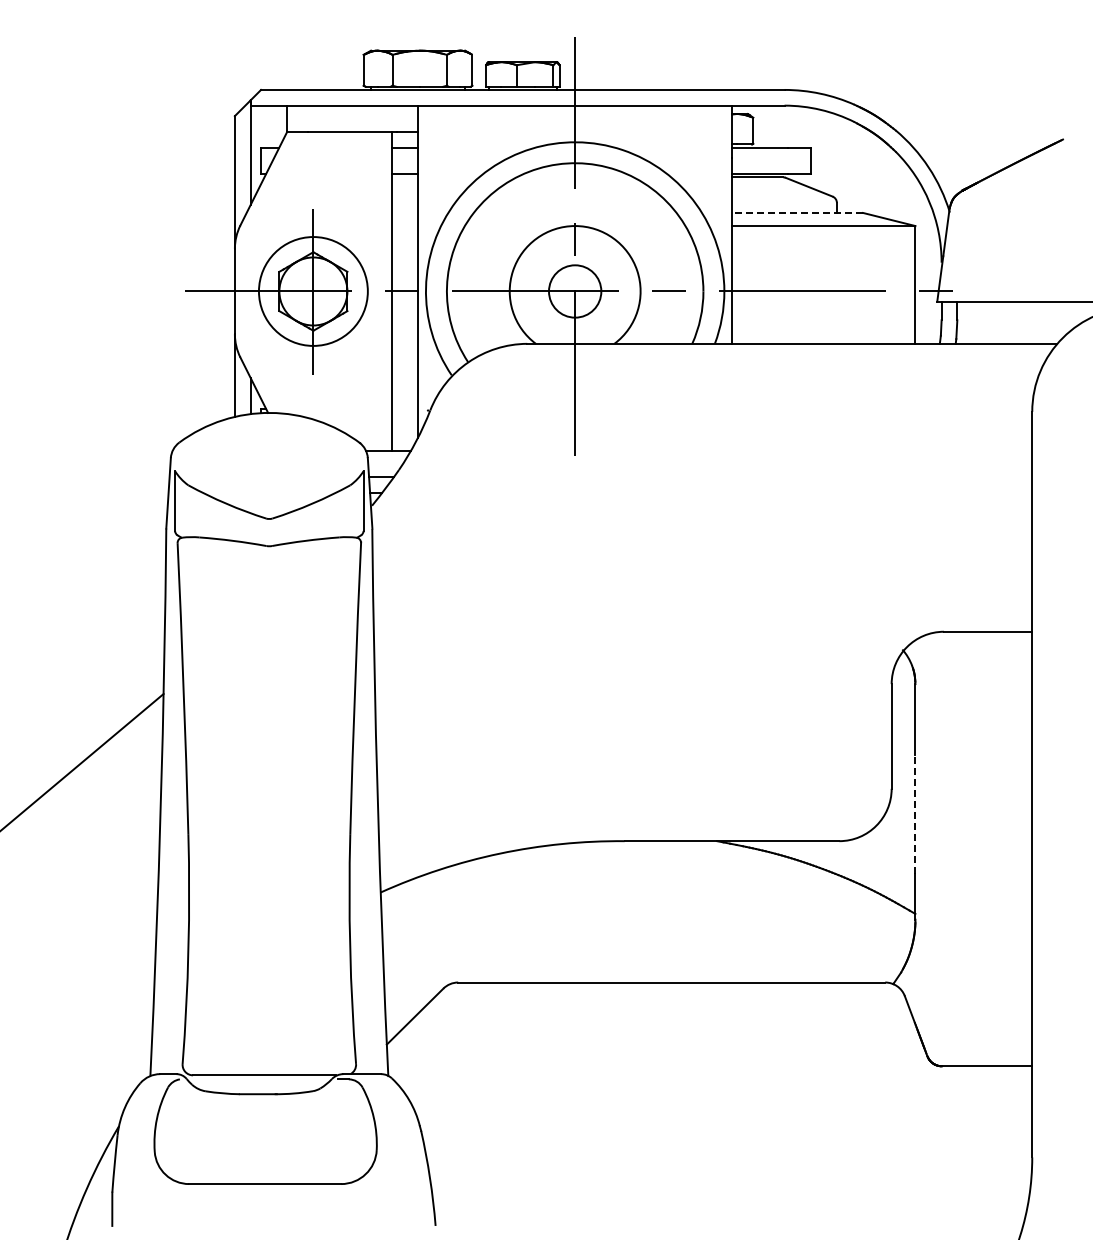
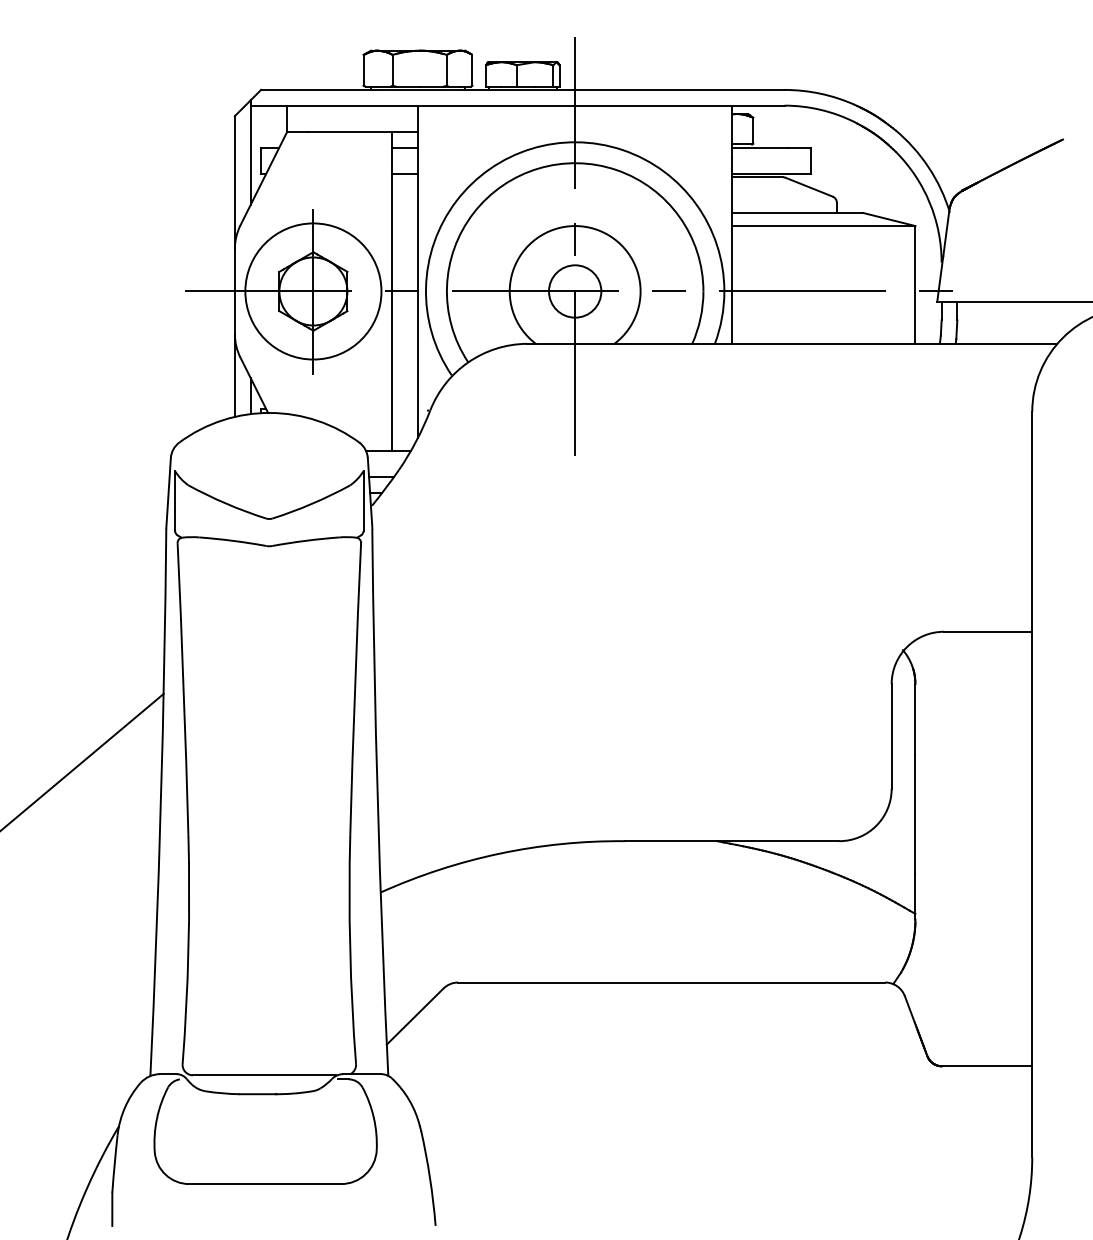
line at (797, 212): dashed -> solid
circle at (312, 291) diameter: 109 px -> 136 px
line at (915, 814): dashed -> solid
